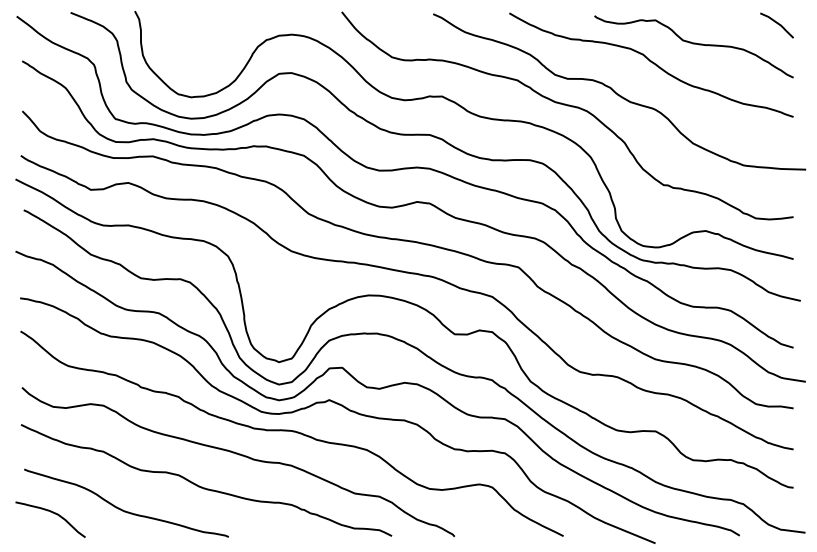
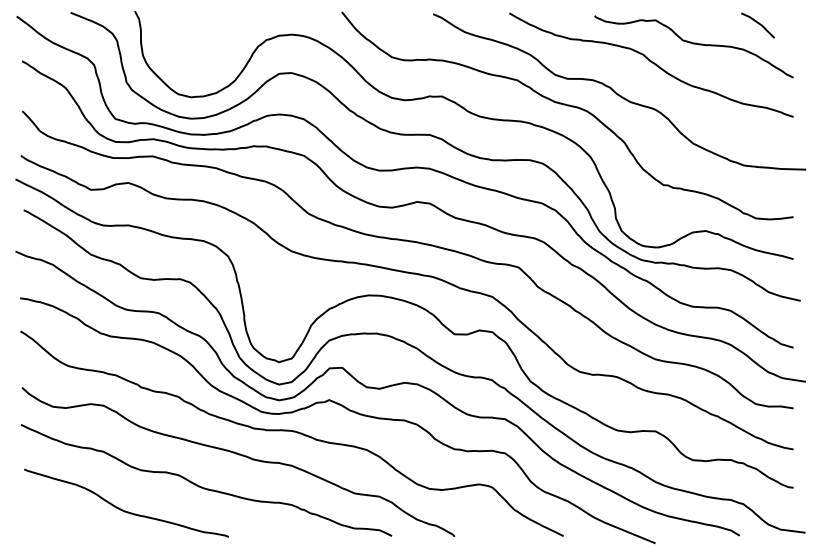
curve at (777, 24) position: (777, 24) -> (758, 24)
curve at (52, 513): present -> none
